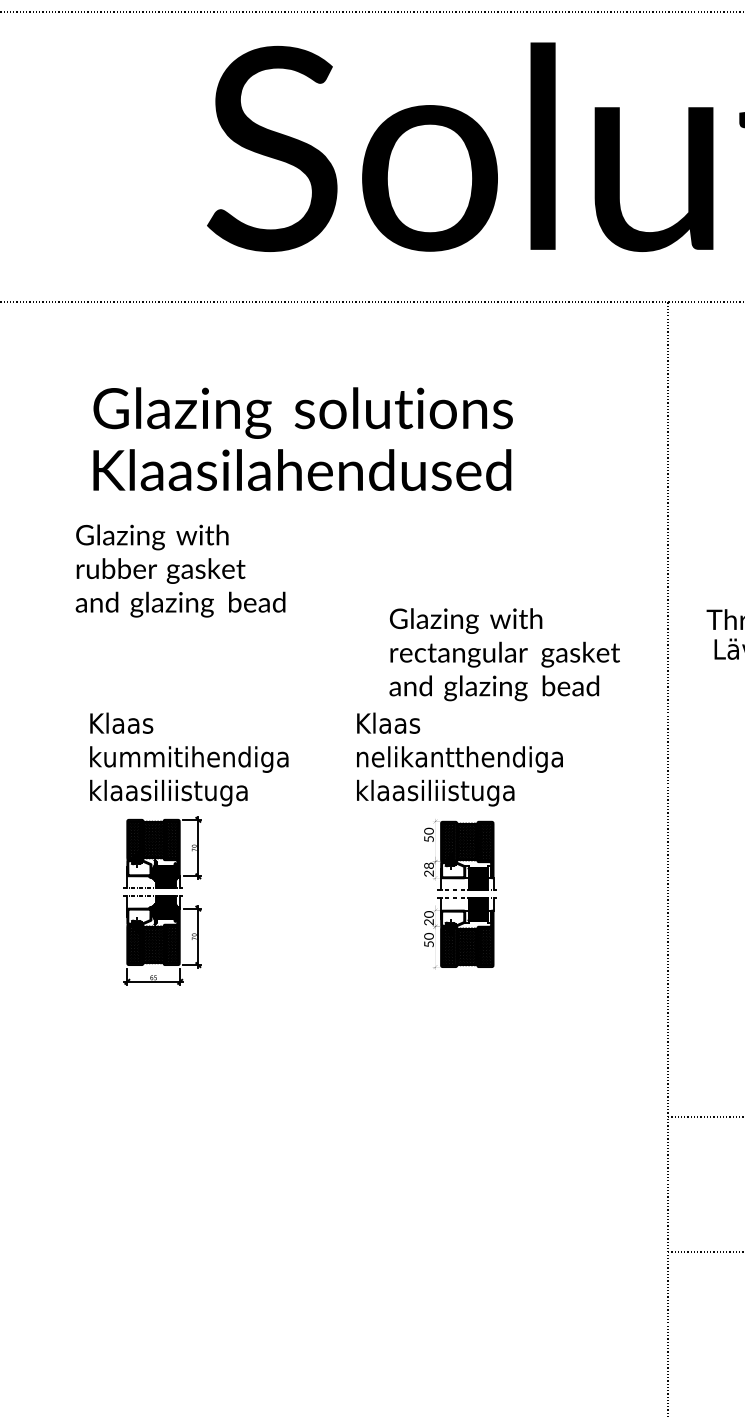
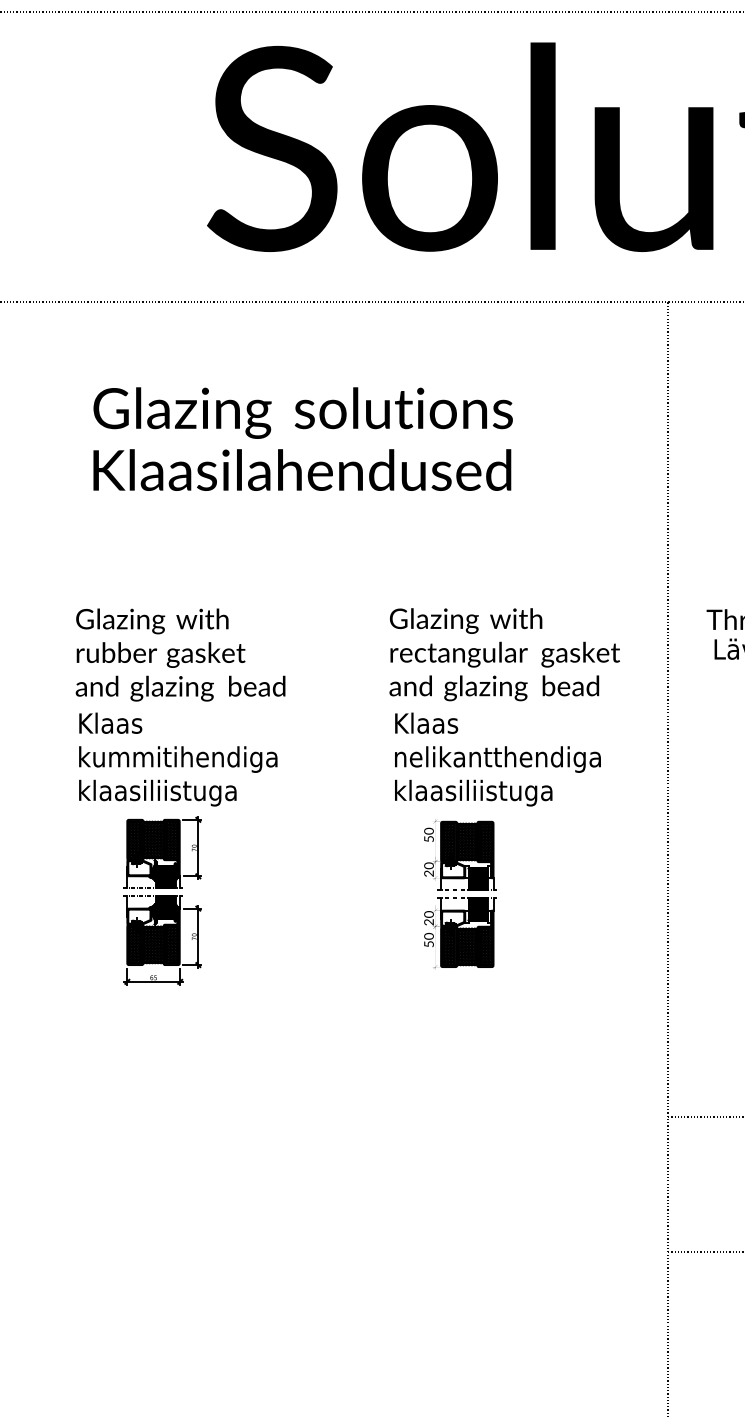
text at (180, 570) position: (180, 570) -> (180, 654)
text at (189, 759) position: (189, 759) -> (178, 759)
text at (459, 759) position: (459, 759) -> (497, 759)
text at (429, 865): 28 -> 20
